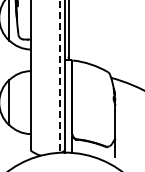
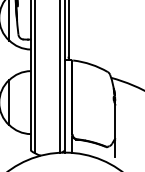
line at (60, 76): dashed -> solid
line at (35, 77): none -> present
